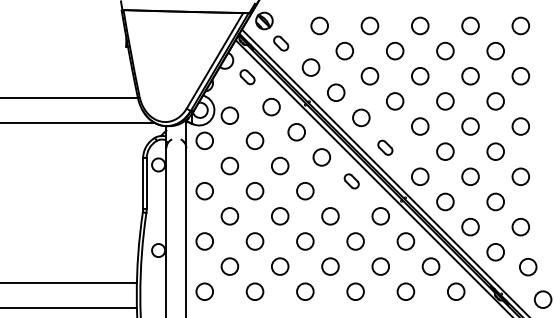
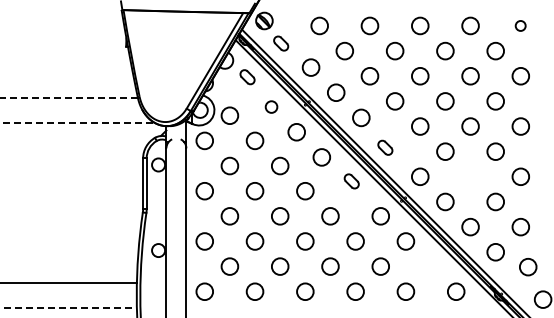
circle at (520, 25) size: 19x20 px -> 13x12 px
line at (69, 97): solid -> dashed
circle at (271, 106) size: 19x20 px -> 15x14 px
line at (77, 122): solid -> dashed
circle at (470, 176): present -> none
circle at (430, 266): present -> none
line at (69, 308): solid -> dashed
